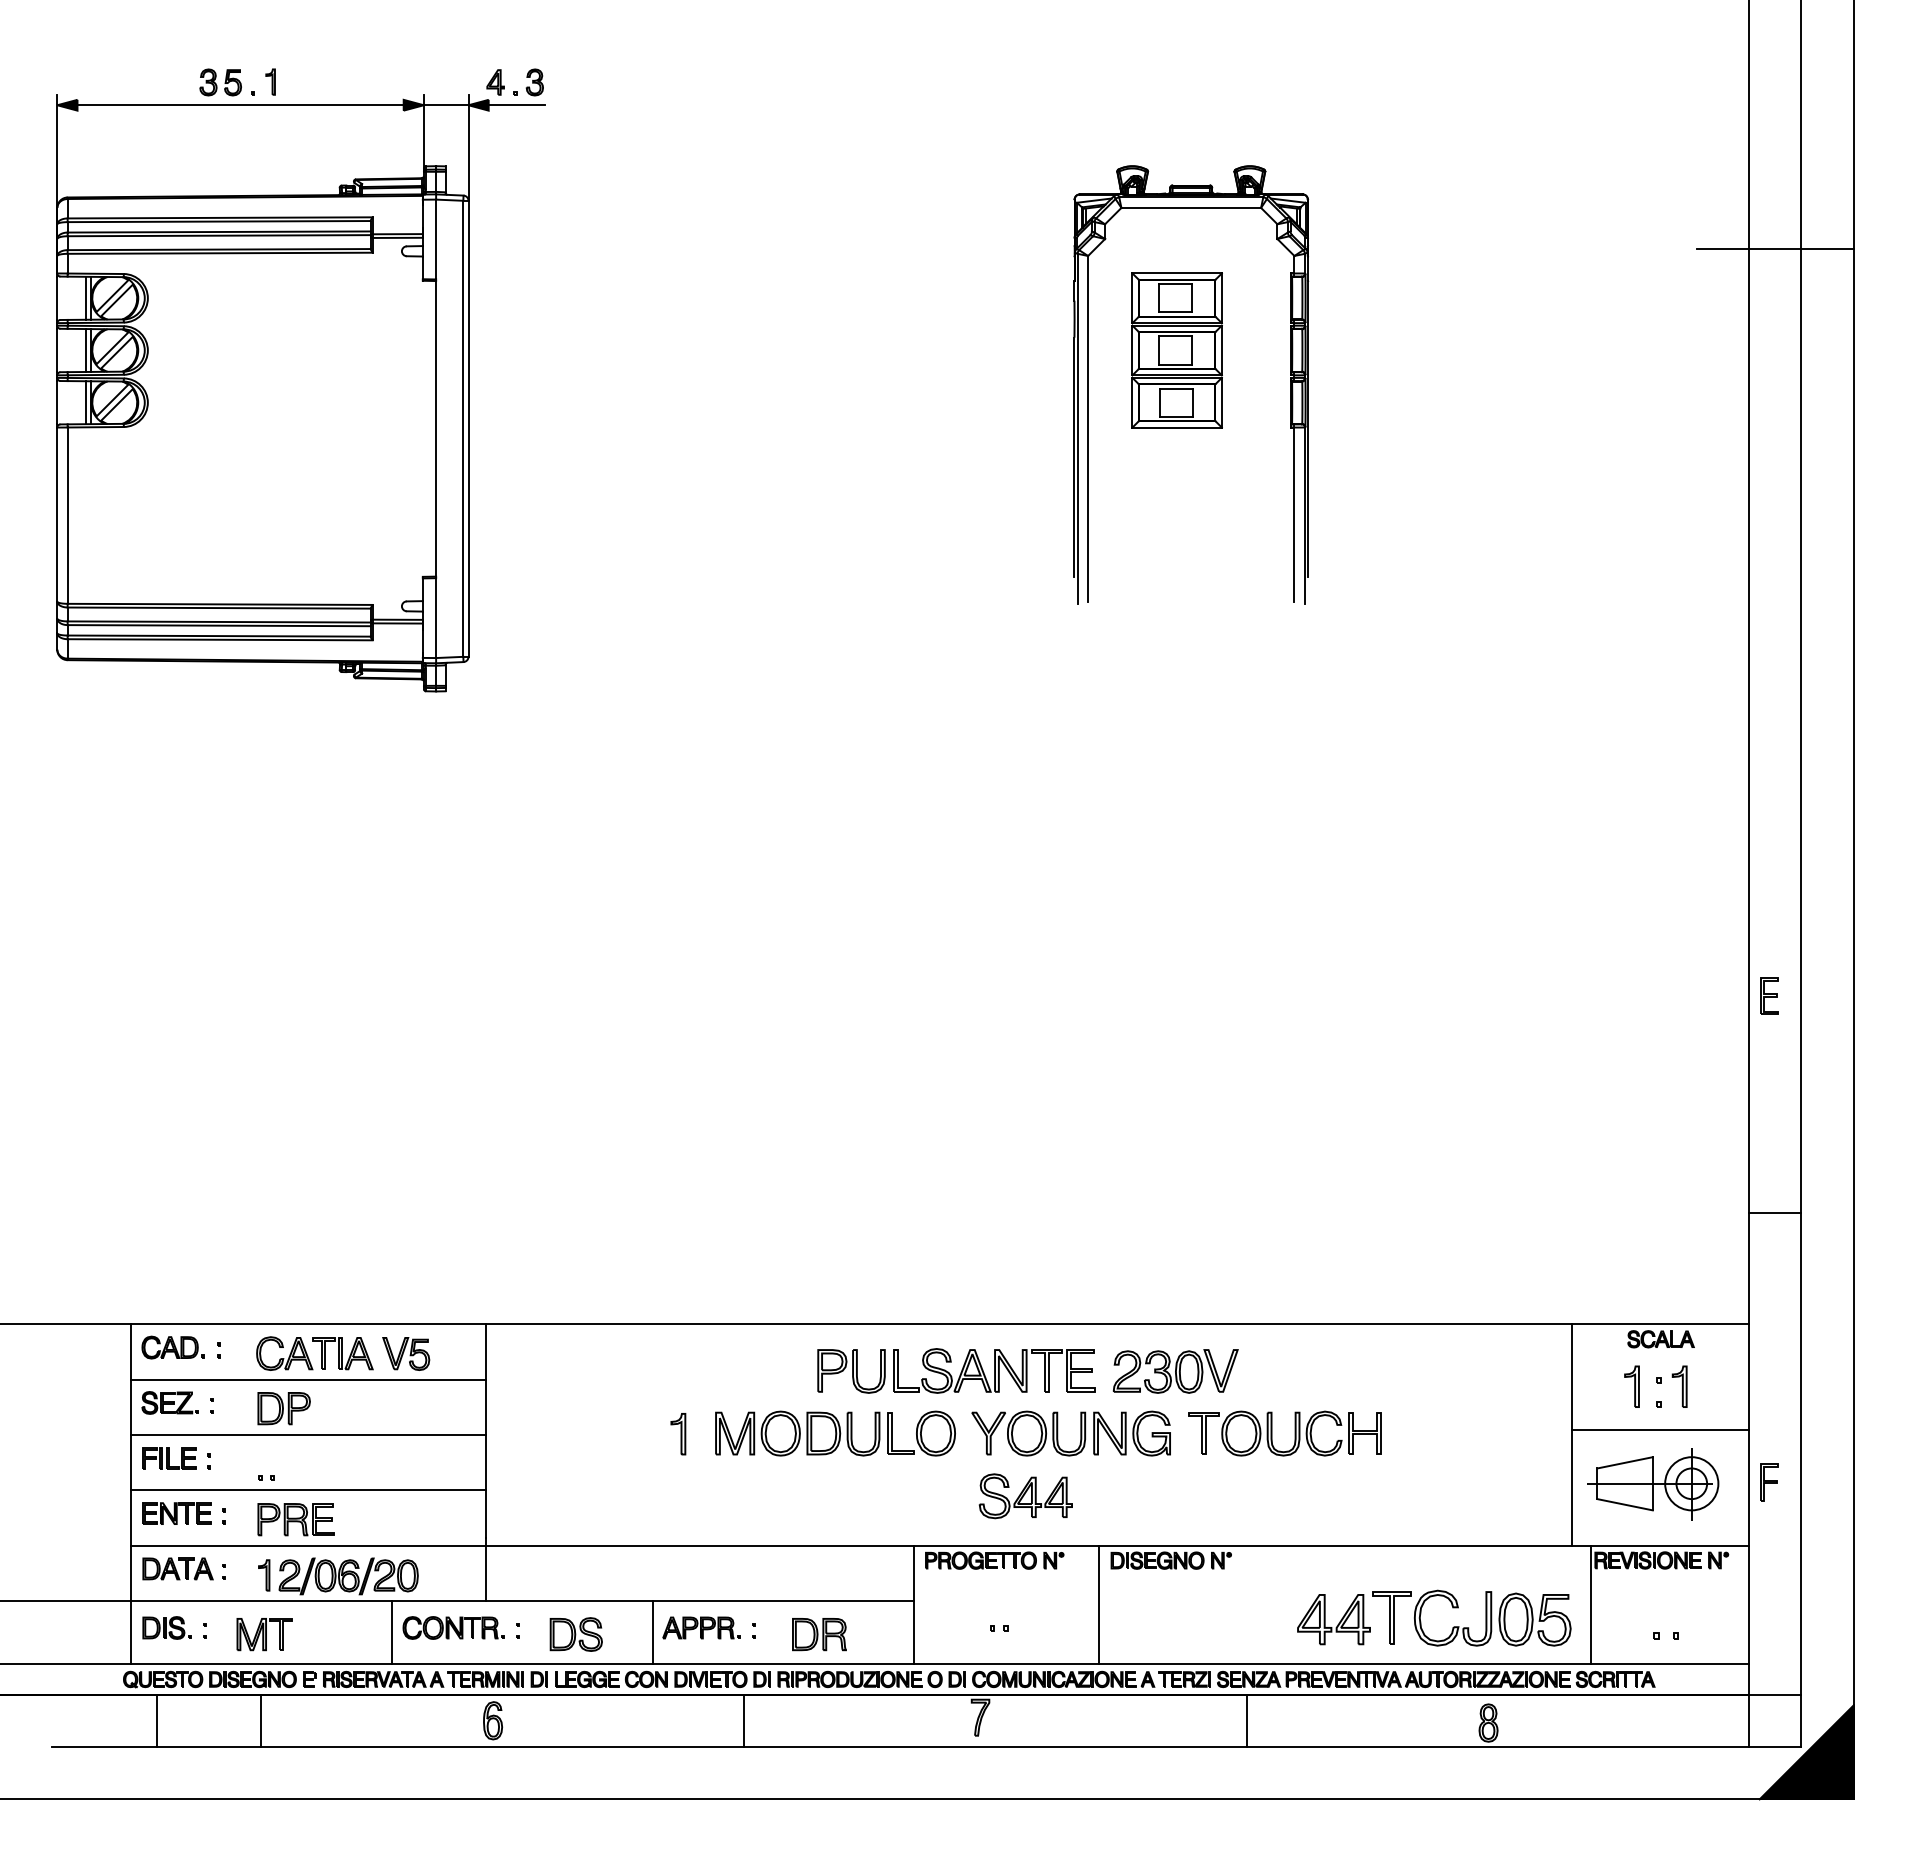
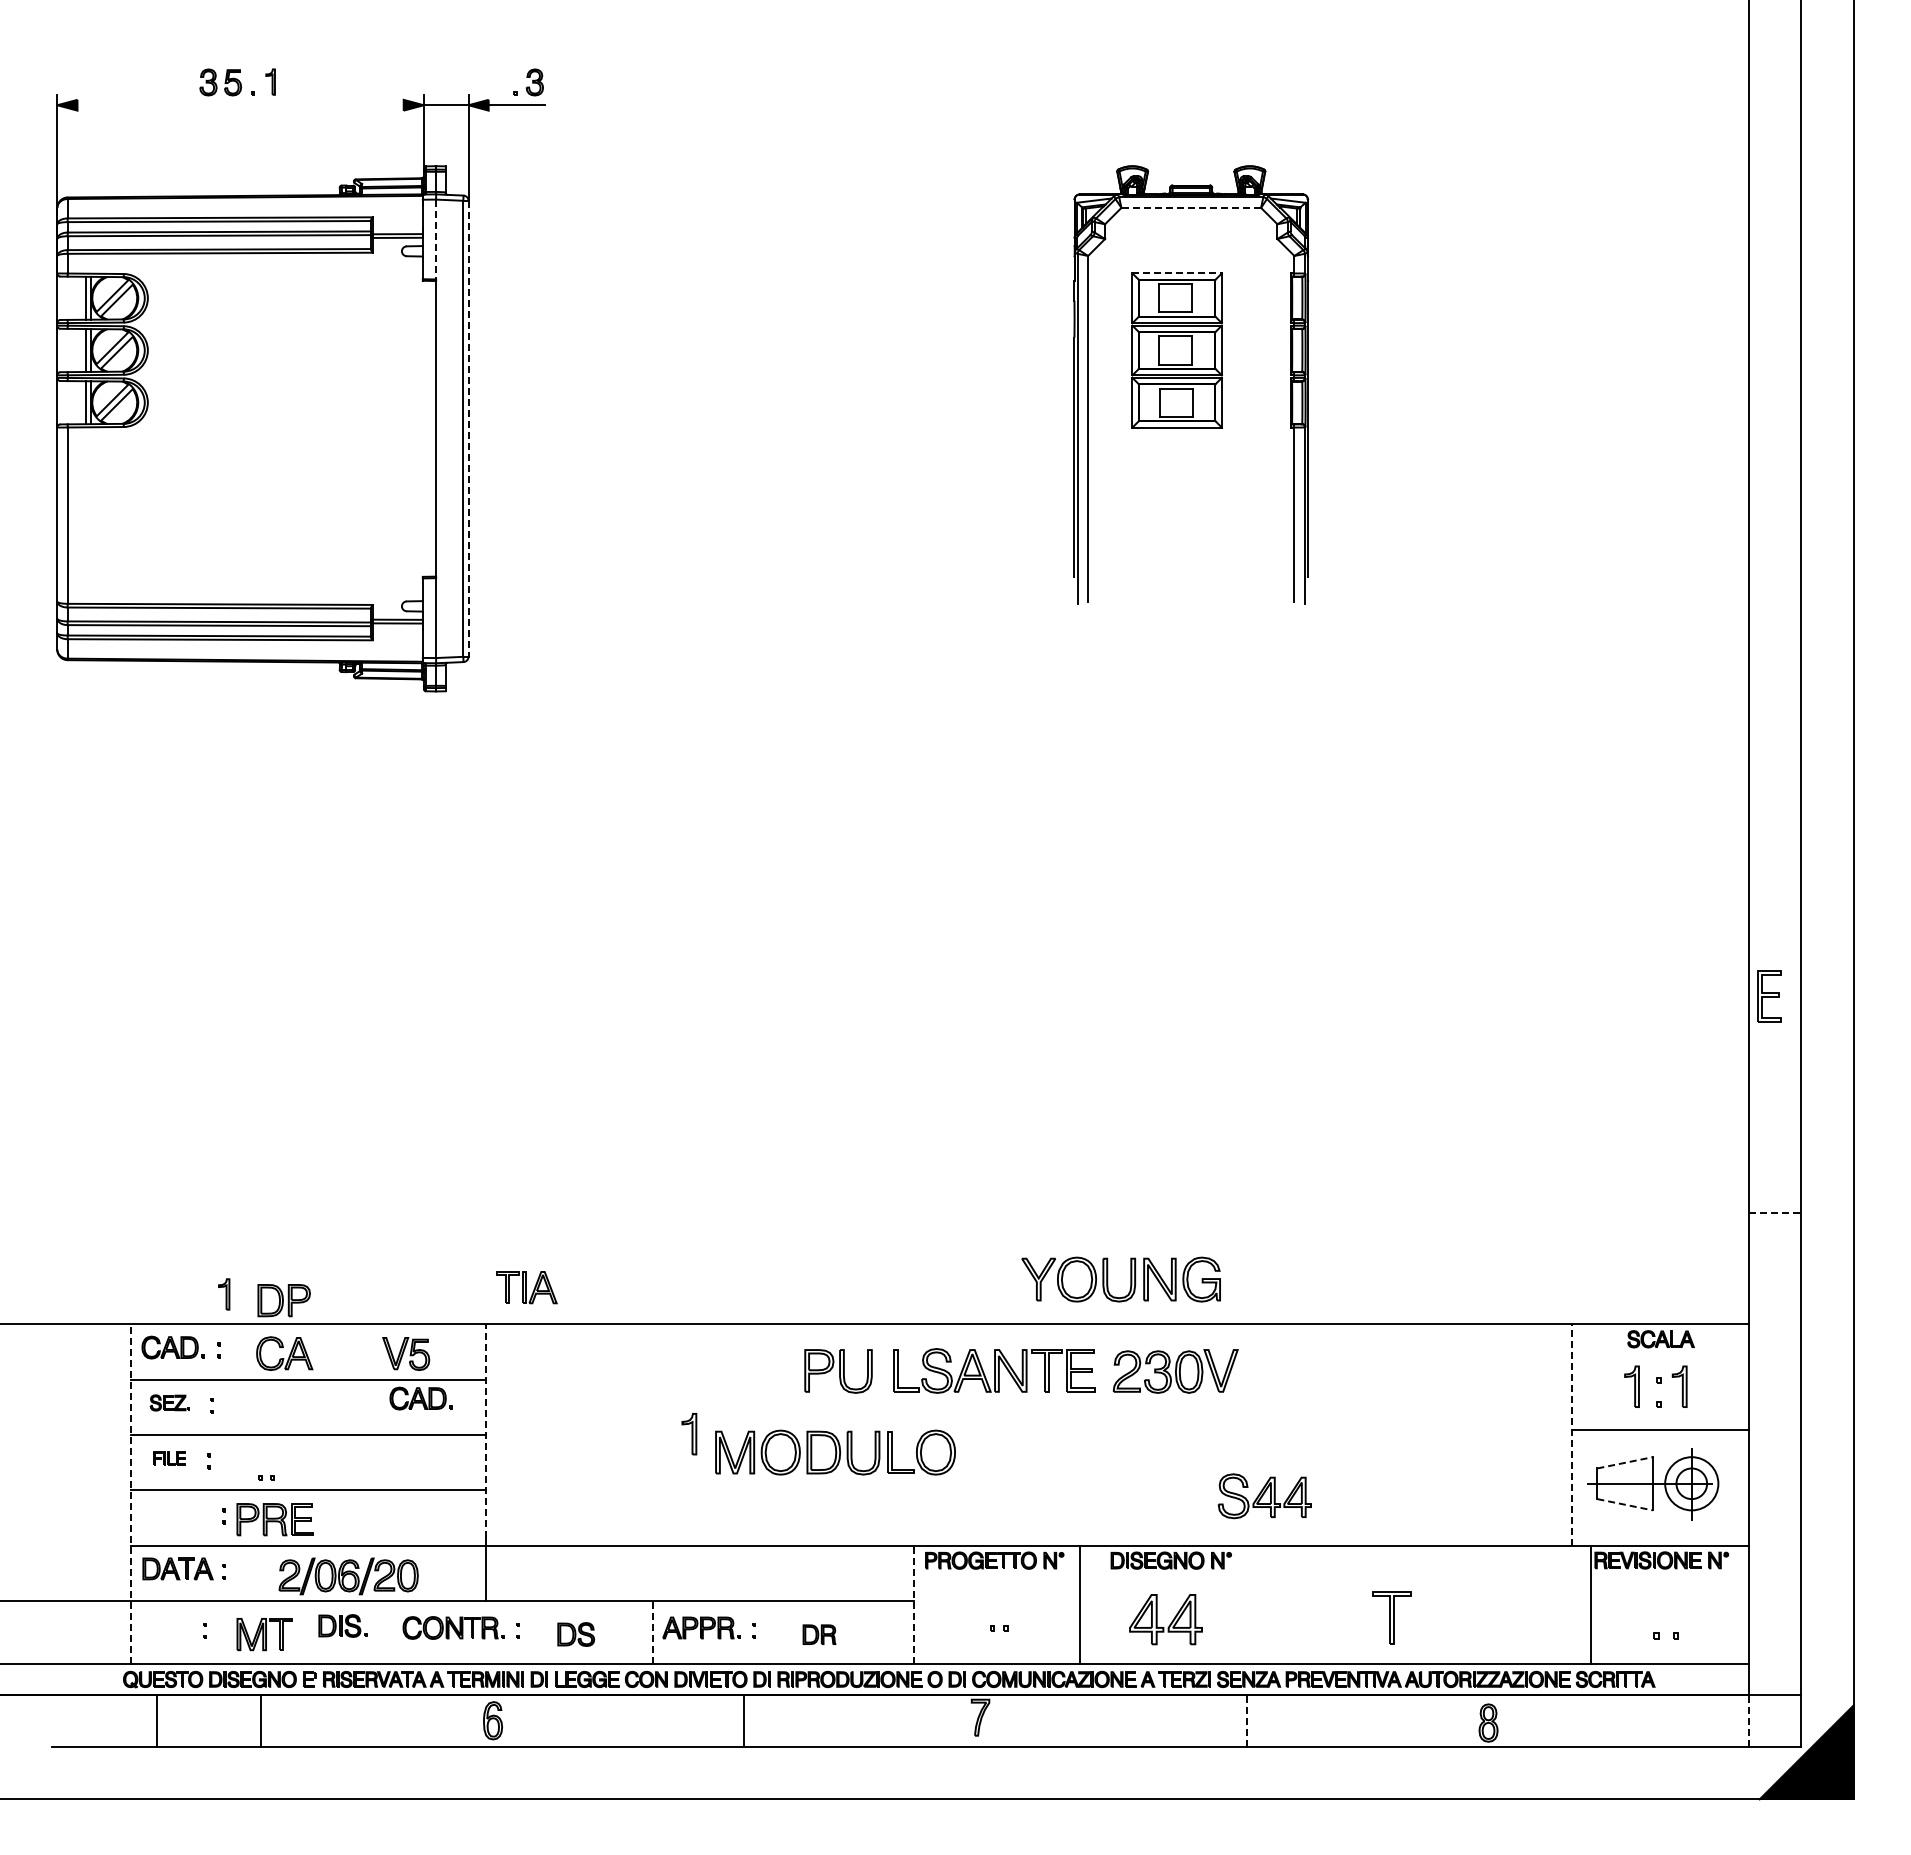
part at (495, 82): present -> none
line at (240, 105): present -> none
line at (1191, 207): solid -> dashed
line at (436, 239): solid -> dashed
line at (1775, 248): present -> none
line at (1177, 273): solid -> dashed
line at (468, 429): solid -> dashed
part at (1769, 995) size: 19x38 px -> 25x53 px
line at (1775, 1212): solid -> dashed
part at (342, 1353) position: (342, 1353) -> (526, 1287)
part at (851, 1371) position: (851, 1371) -> (838, 1371)
part at (420, 1398): none -> present
part at (169, 1402) size: 58x24 px -> 41x18 px
part at (283, 1408) position: (283, 1408) -> (283, 1300)
line at (485, 1431): solid -> dashed
part at (835, 1433) position: (835, 1433) -> (835, 1452)
part at (1080, 1433) position: (1080, 1433) -> (1130, 1279)
part at (1294, 1433): present -> none
part at (678, 1434) position: (678, 1434) -> (689, 1434)
line at (1571, 1434): solid -> dashed
part at (169, 1458) size: 55x23 px -> 33x15 px
line at (1625, 1462): solid -> dashed
part at (1769, 1482): present -> none
line at (130, 1493): solid -> dashed
part at (1025, 1496) position: (1025, 1496) -> (1264, 1496)
line at (1625, 1504): solid -> dashed
part at (176, 1513): present -> none
part at (295, 1519) position: (295, 1519) -> (274, 1519)
part at (264, 1575) position: (264, 1575) -> (224, 1294)
line at (913, 1604): solid -> dashed
line at (1099, 1604) position: (1099, 1604) -> (1080, 1604)
part at (1492, 1617): present -> none
part at (1339, 1621) position: (1339, 1621) -> (1171, 1621)
part at (166, 1627) position: (166, 1627) -> (342, 1625)
line at (391, 1631): present -> none
line at (652, 1631): solid -> dashed
part at (575, 1634) size: 54x35 px -> 39x25 px
part at (819, 1634) size: 55x34 px -> 35x21 px
line at (1246, 1720): solid -> dashed
line at (1749, 1720): solid -> dashed
